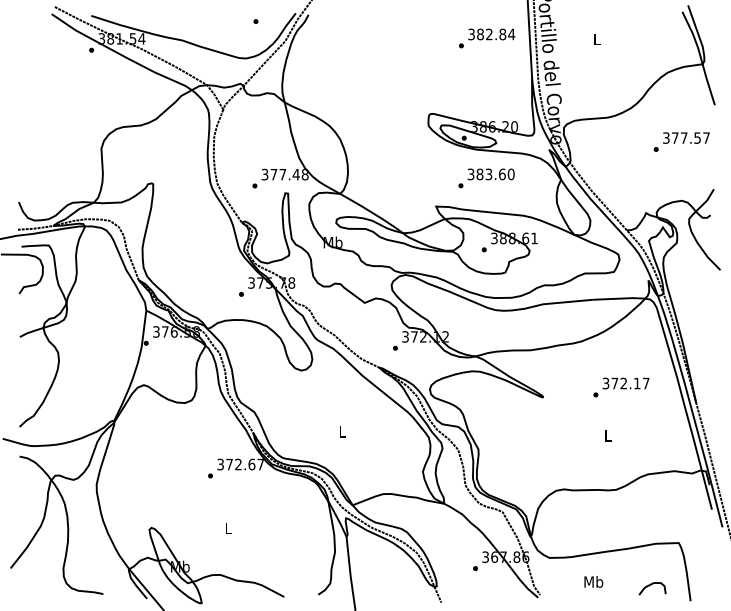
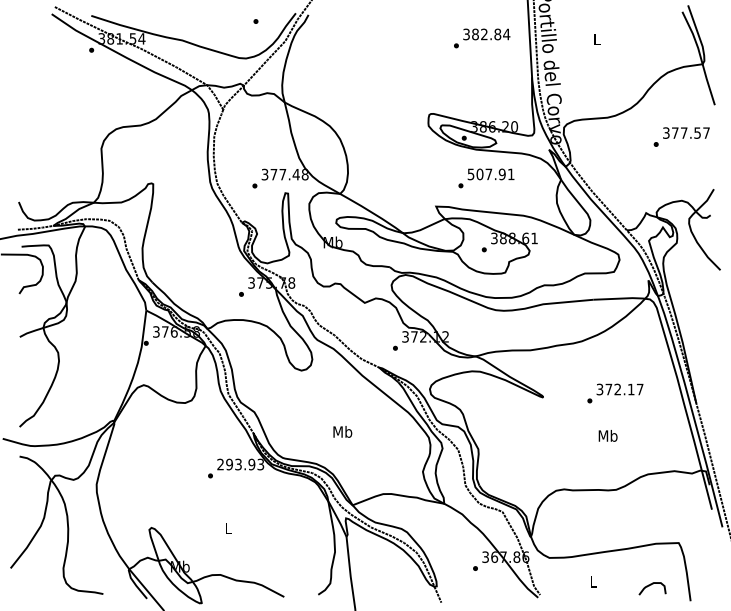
text at (487, 38) position: (487, 38) -> (482, 38)
text at (681, 141) position: (681, 141) -> (681, 136)
text at (491, 174): 383.60 -> 507.91
text at (621, 387) position: (621, 387) -> (615, 393)
text at (342, 431): L -> Mb
text at (607, 435): L -> Mb
text at (240, 464): 372.67 -> 293.93
text at (593, 581): Mb -> L
